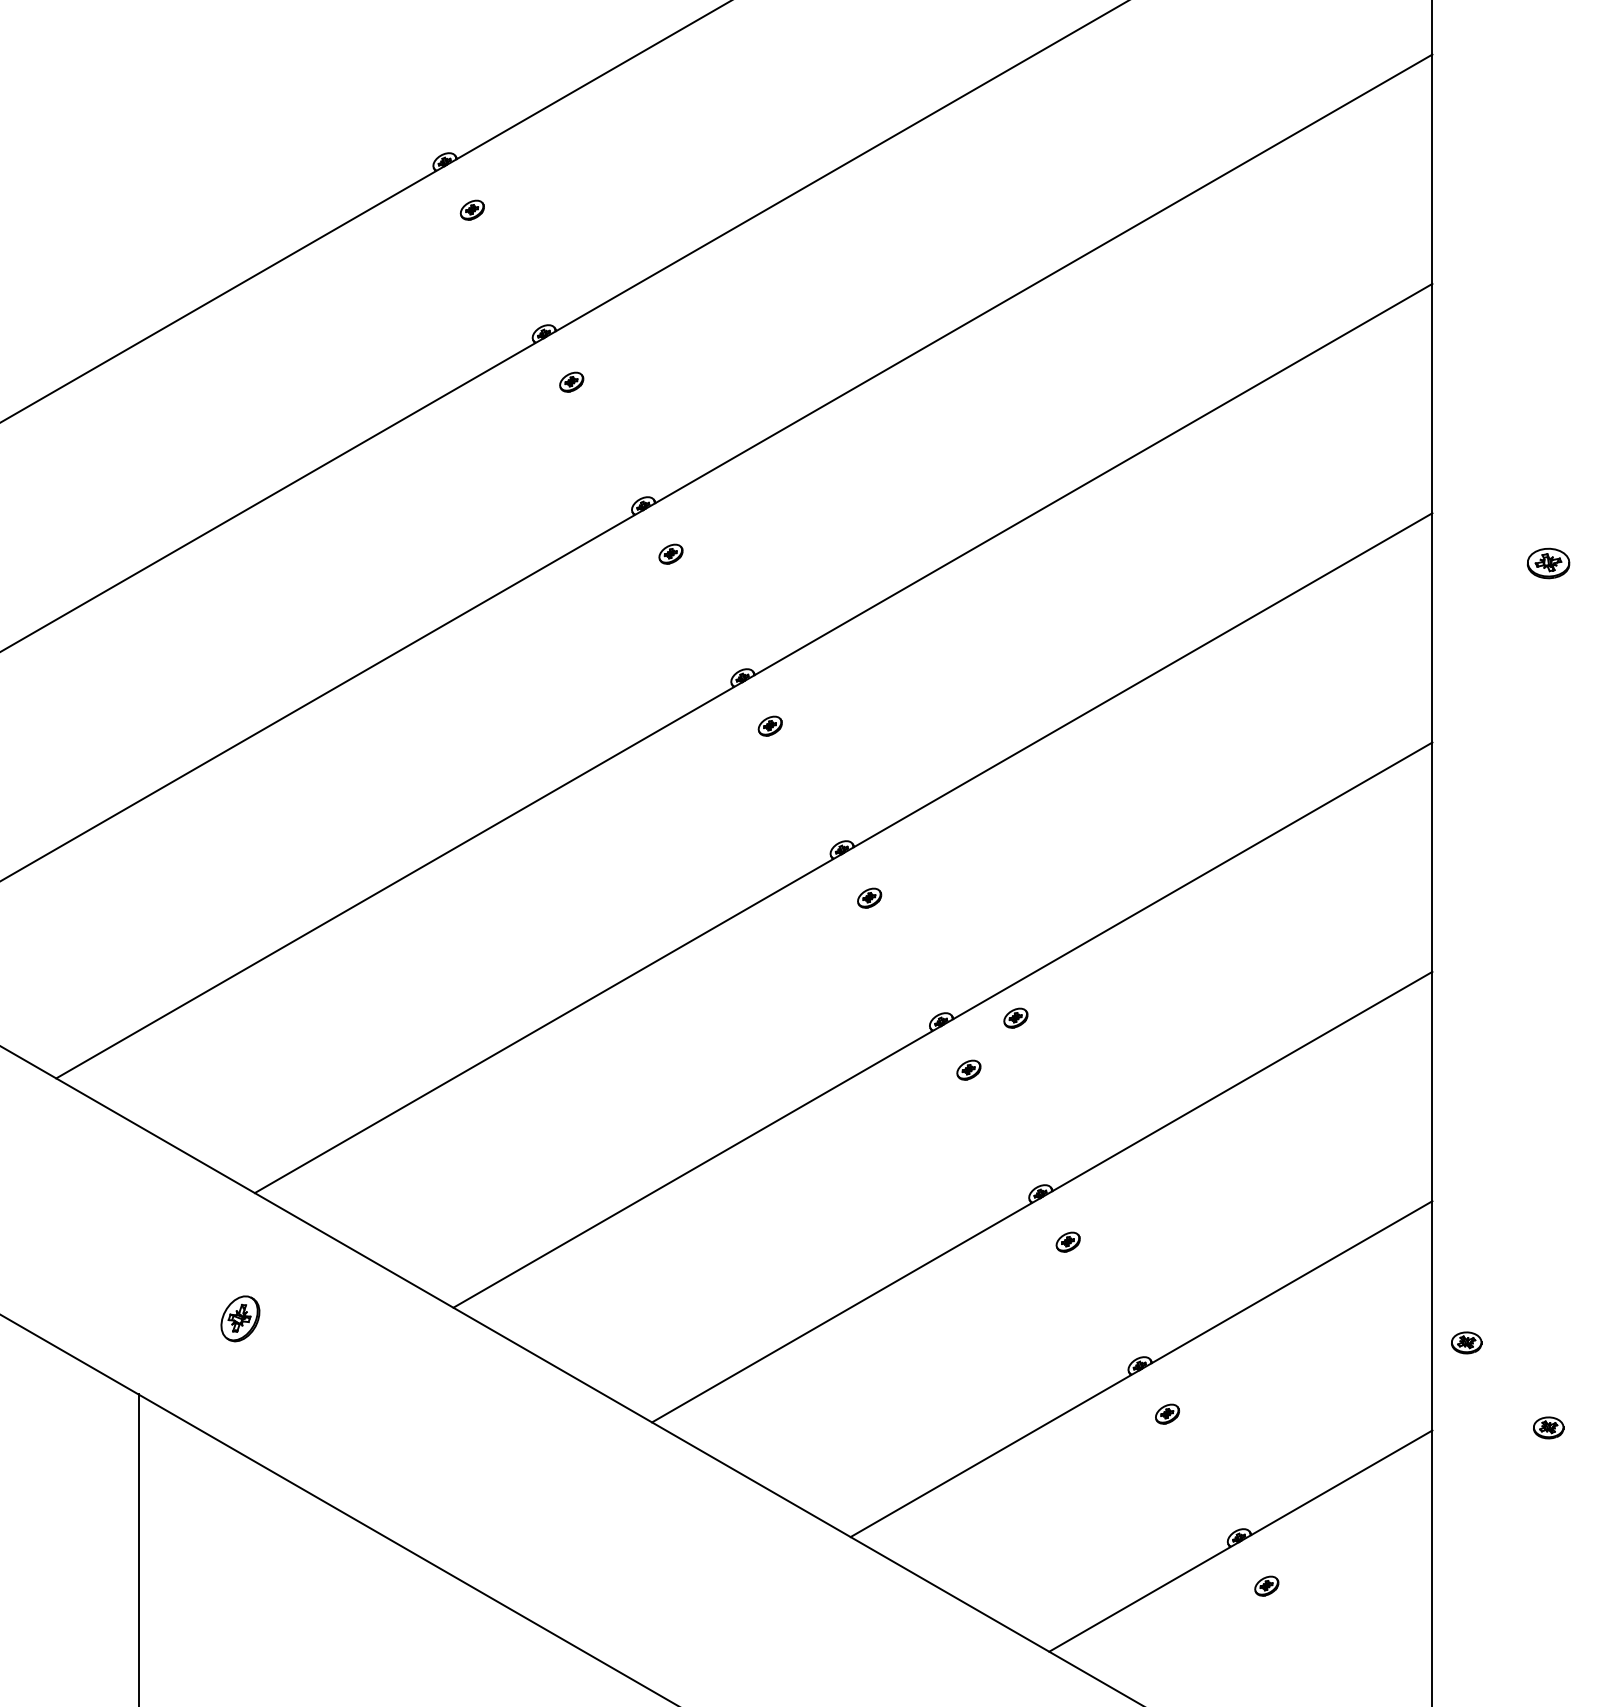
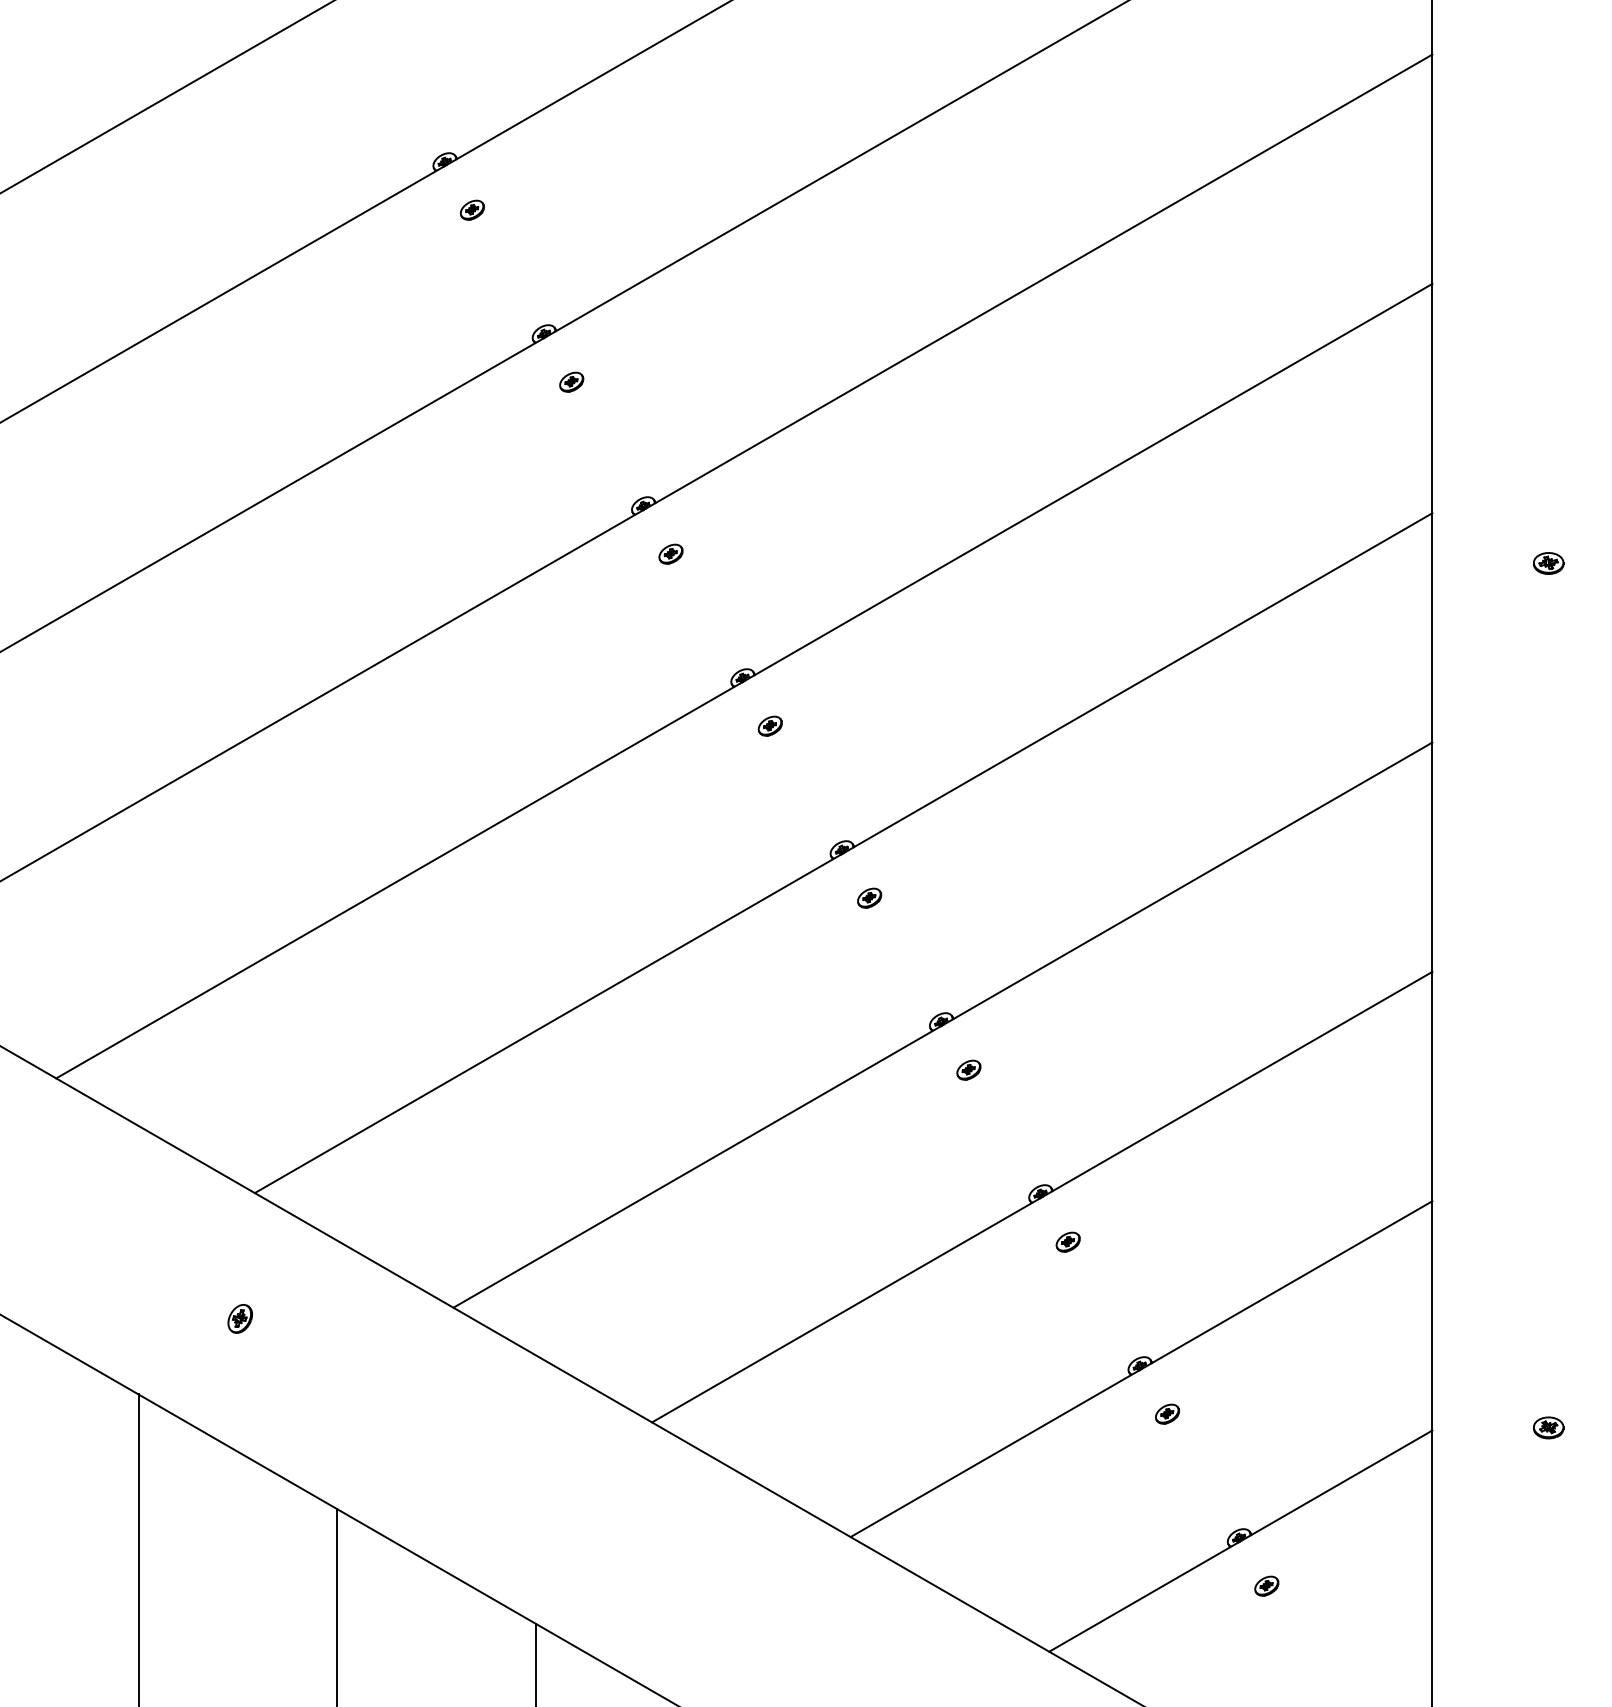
line at (166, 97): none -> present
part at (1548, 563) size: 44x33 px -> 32x23 px
part at (1015, 1017): present -> none
part at (240, 1318) size: 41x48 px -> 26x30 px
part at (1466, 1342): present -> none
line at (337, 1606): none -> present
line at (535, 1663): none -> present
